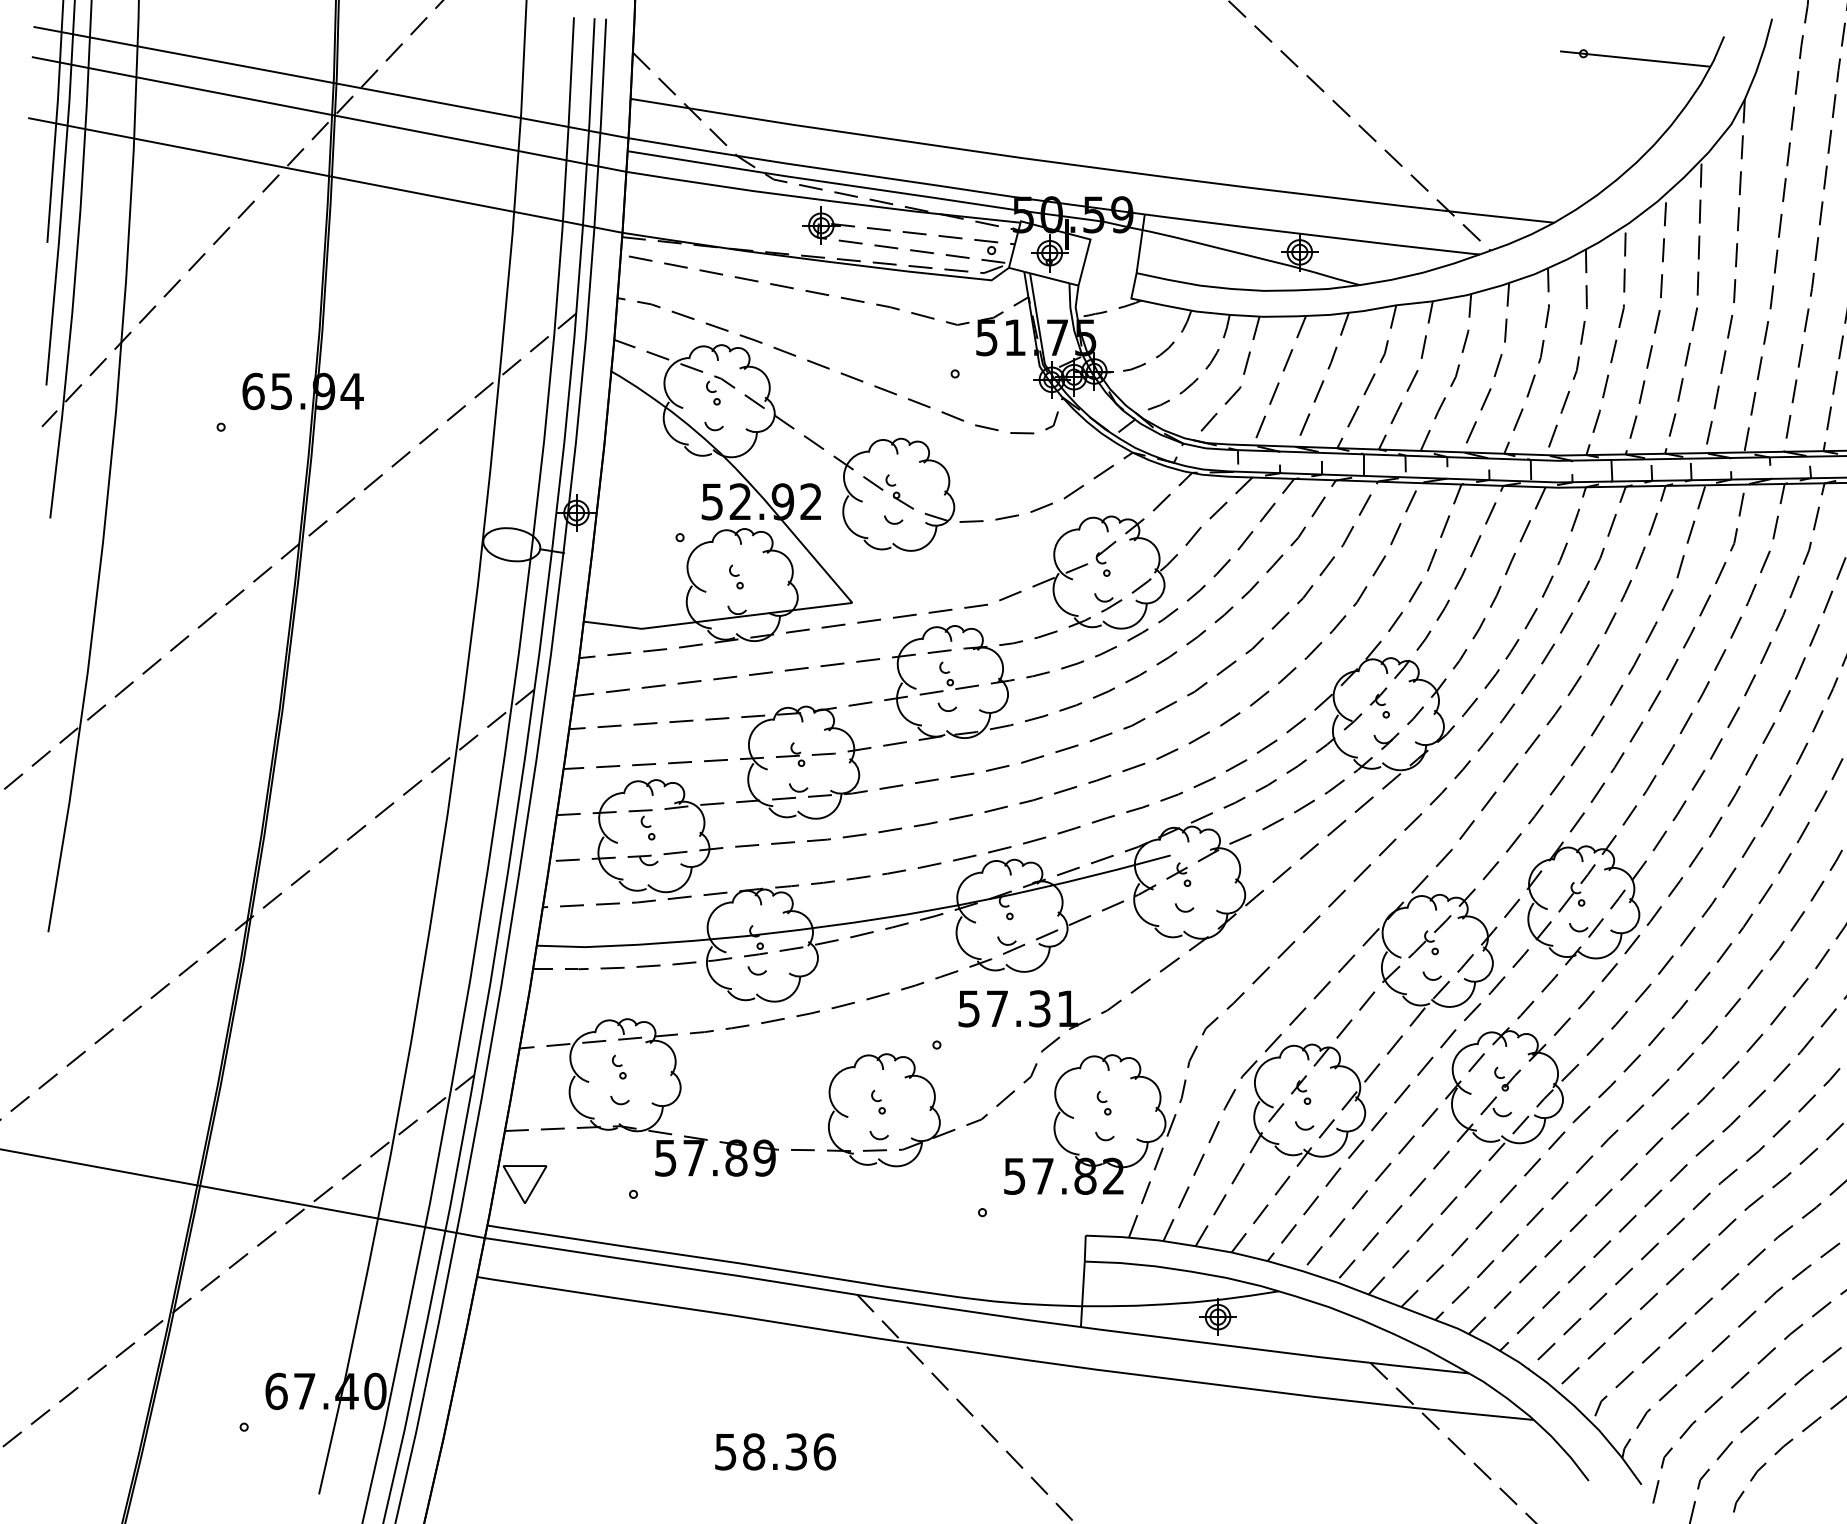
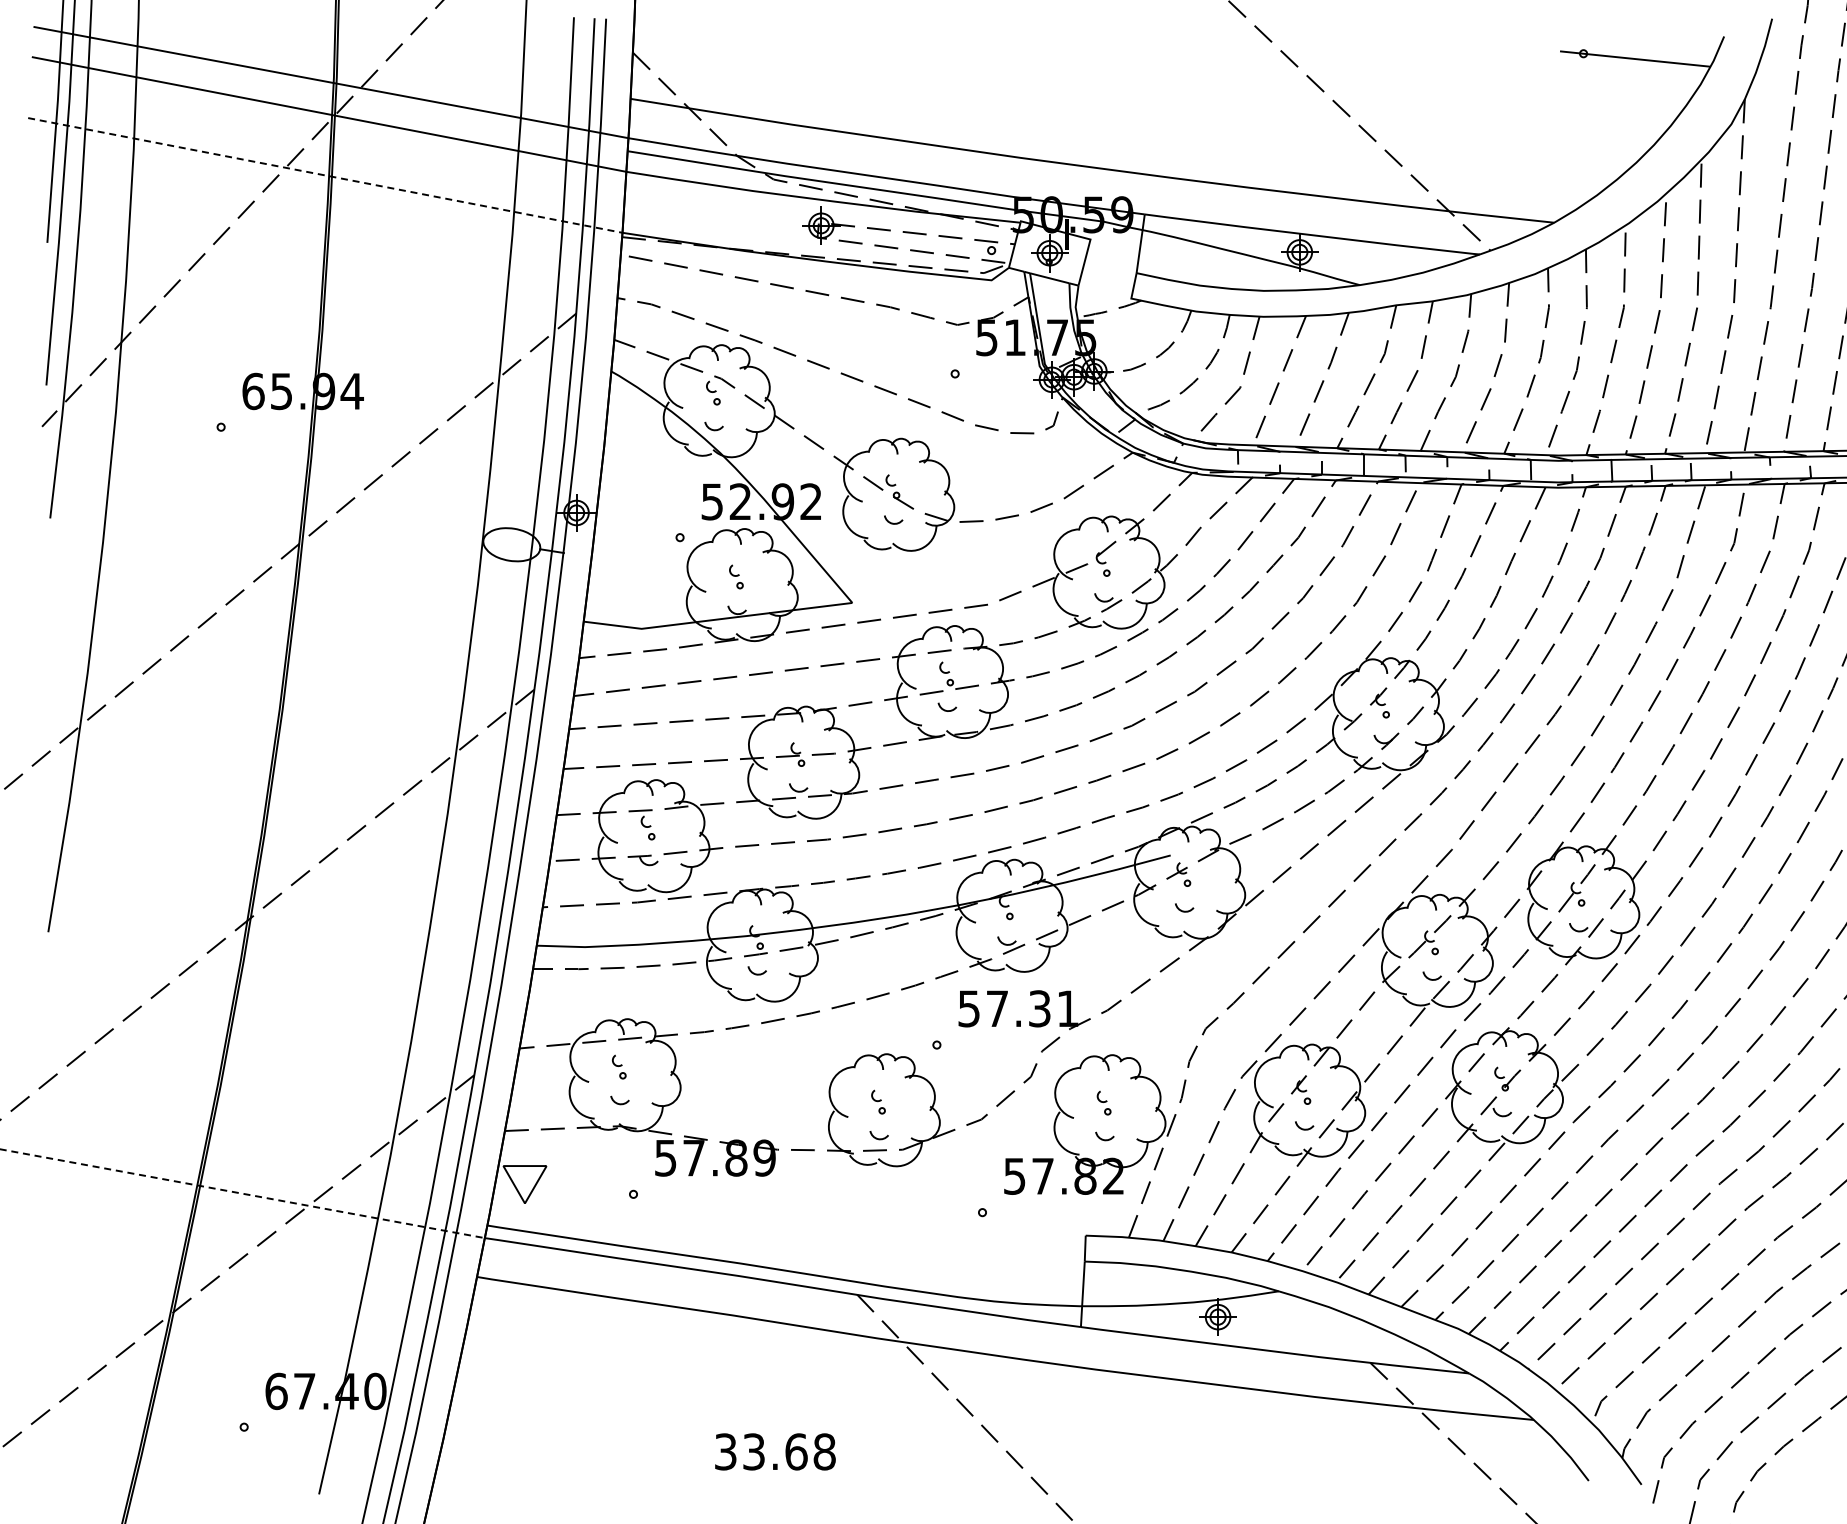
line at (325, 175): solid -> dashed
line at (243, 1193): solid -> dashed
text at (775, 1451): 58.36 -> 33.68
